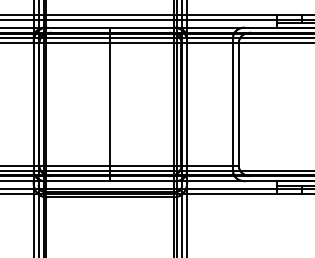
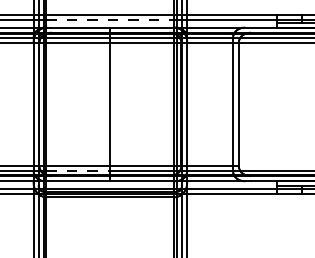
line at (110, 19): solid -> dashed
line at (78, 170): solid -> dashed
